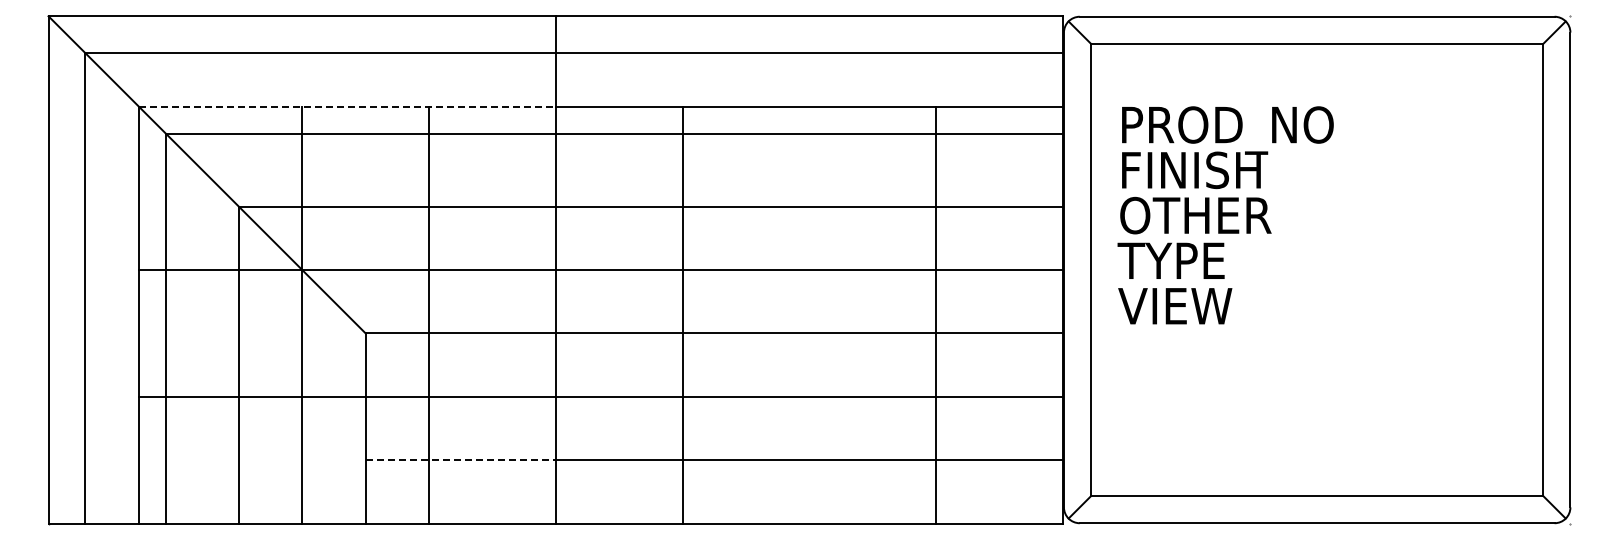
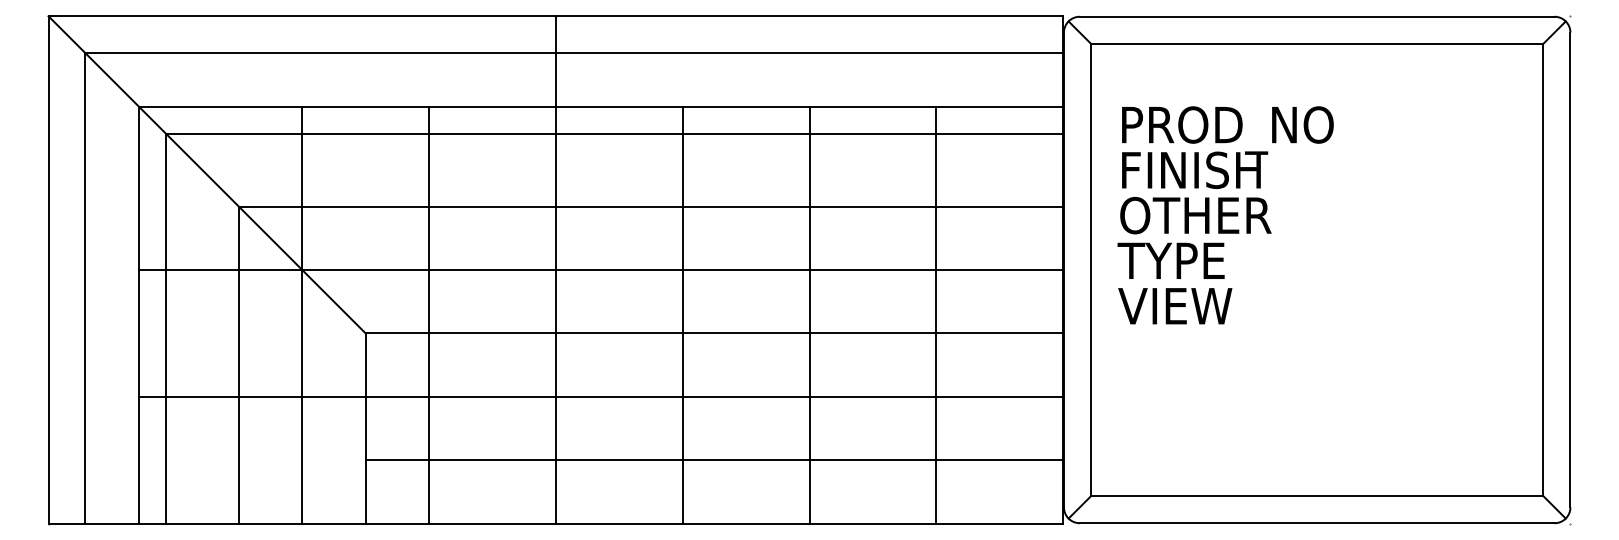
line at (348, 106): dashed -> solid
line at (809, 314): none -> present
line at (461, 460): dashed -> solid
